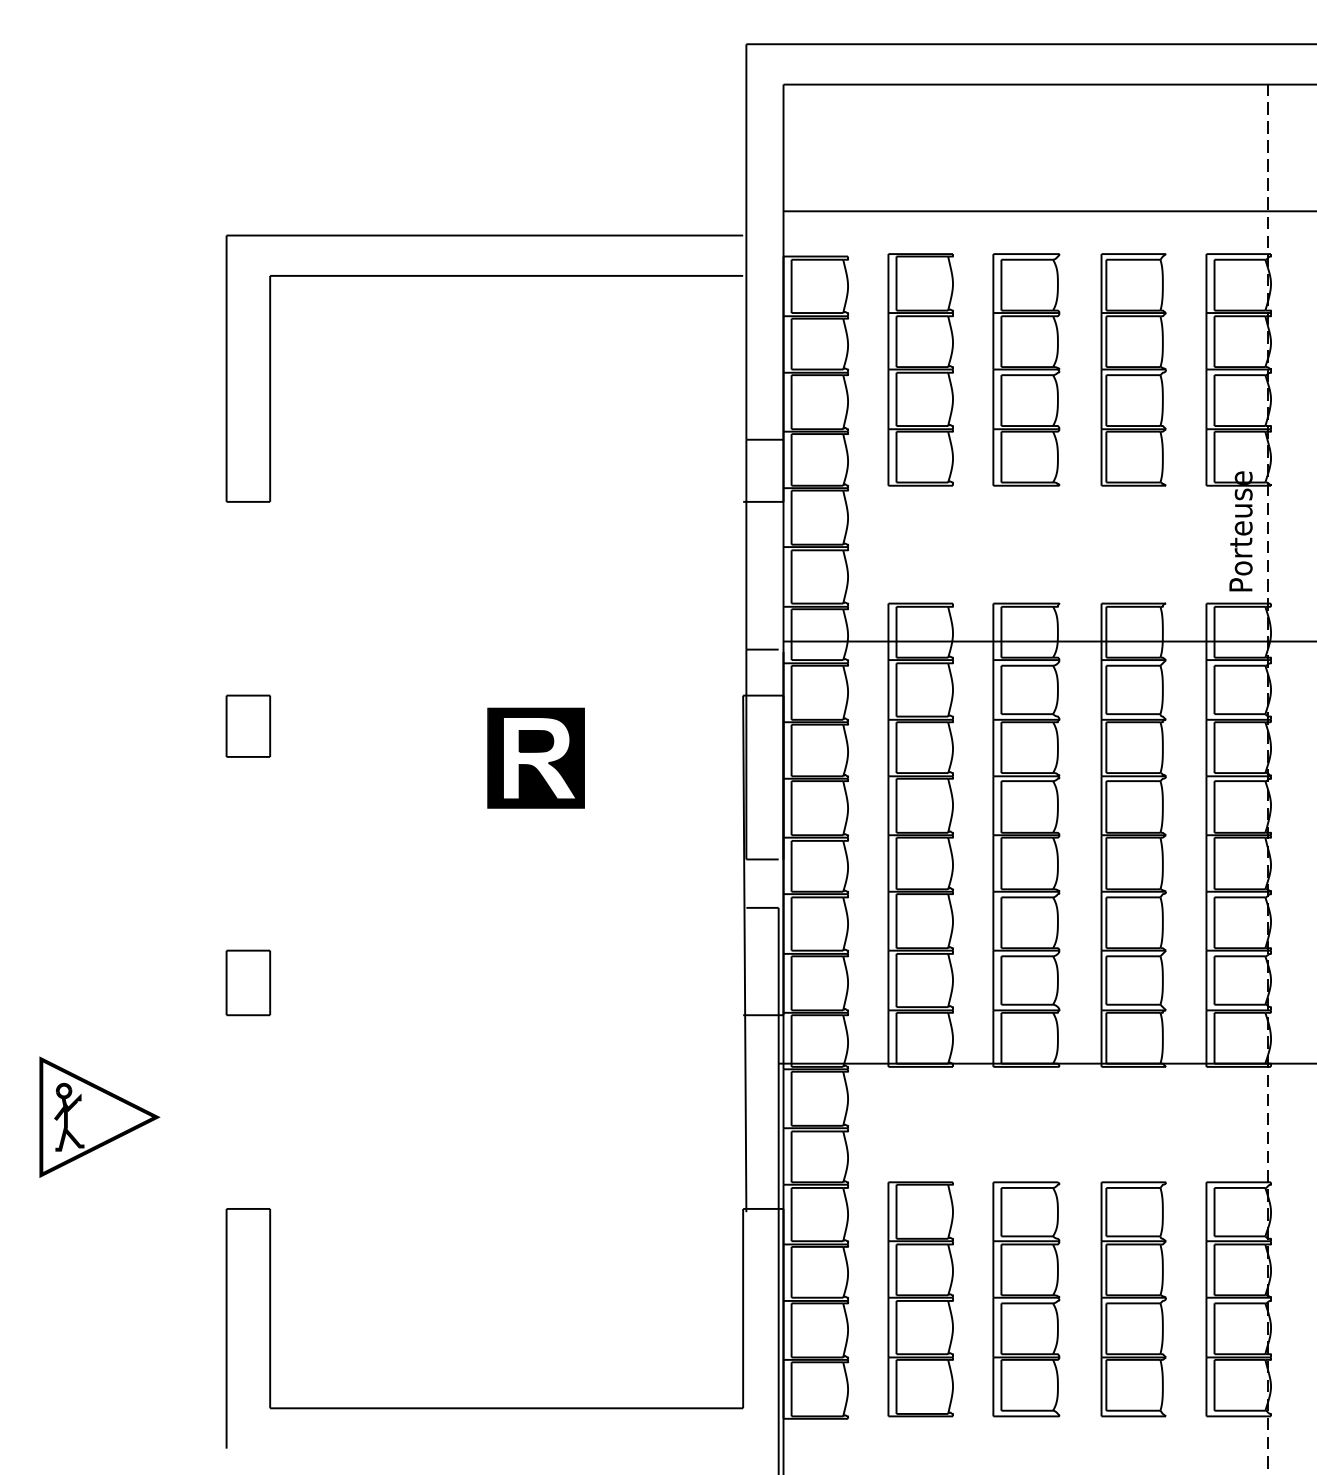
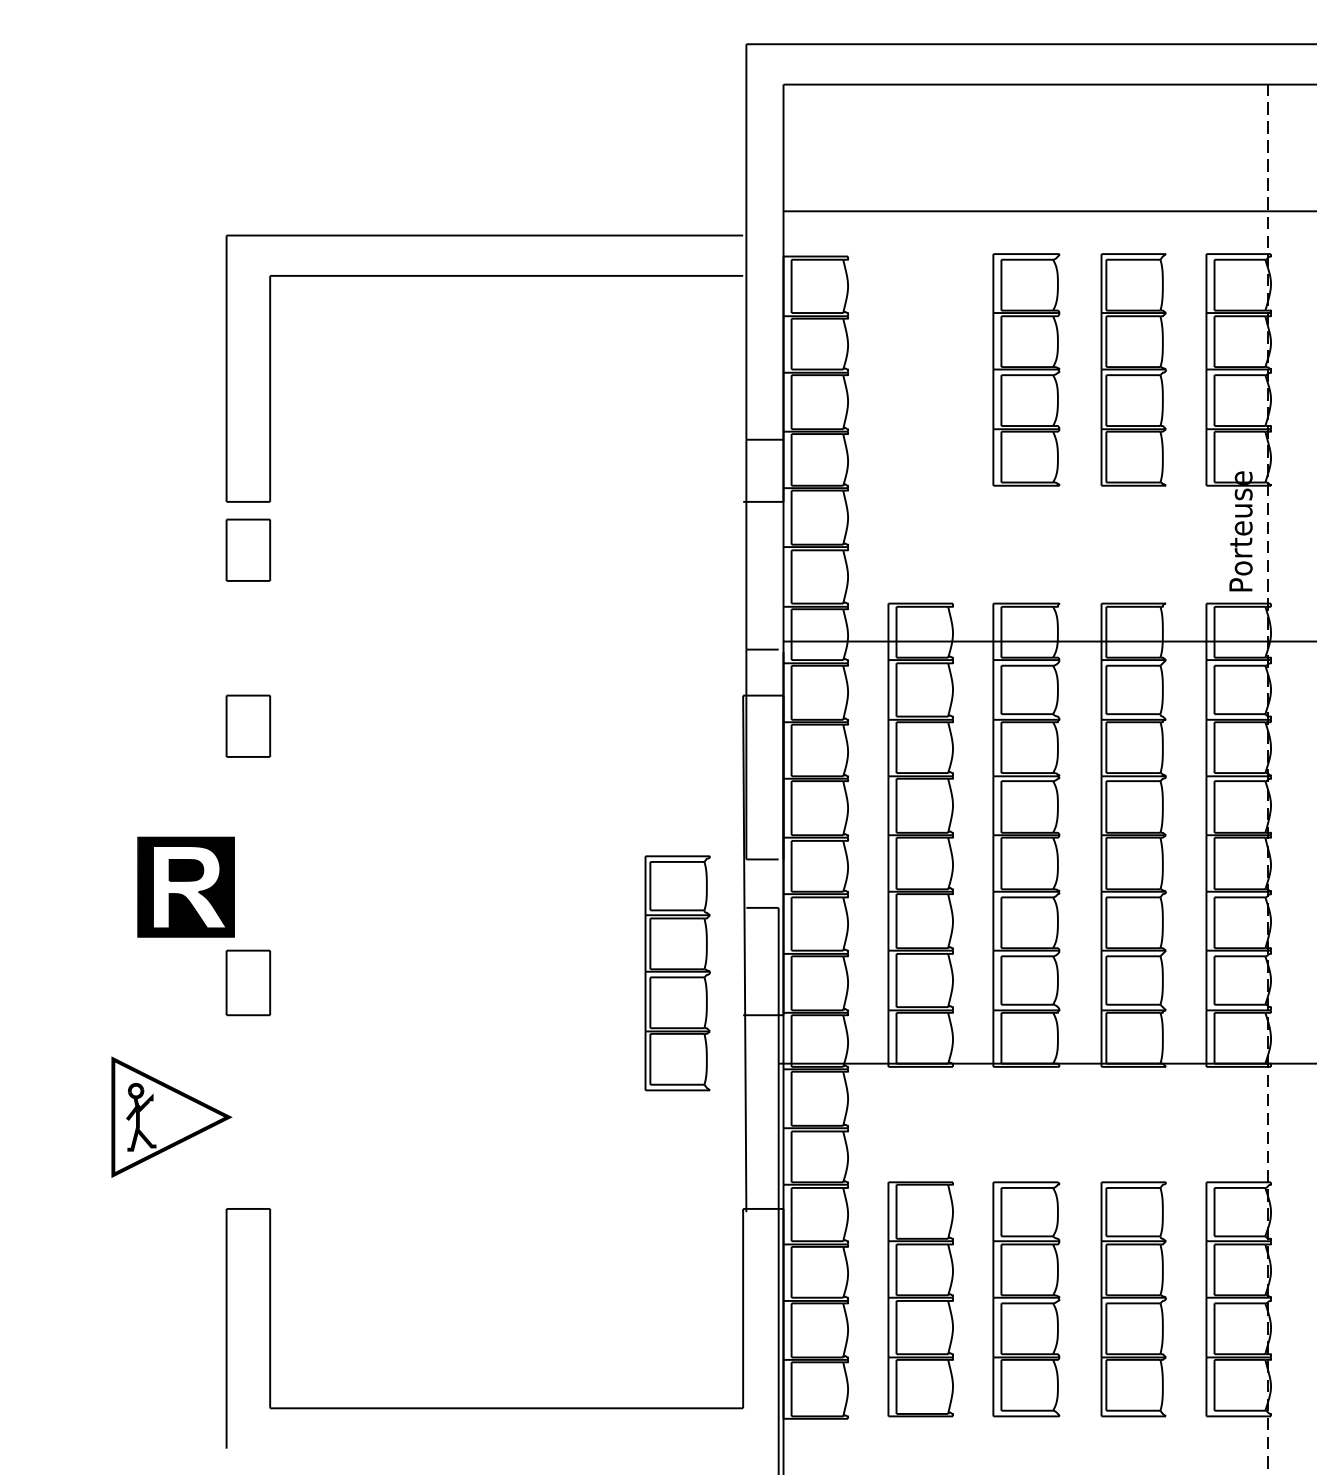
part at (920, 369): present -> none
part at (248, 549): none -> present
part at (535, 757) position: (535, 757) -> (185, 886)
part at (677, 973): none -> present
part at (99, 1116) position: (99, 1116) -> (171, 1116)
